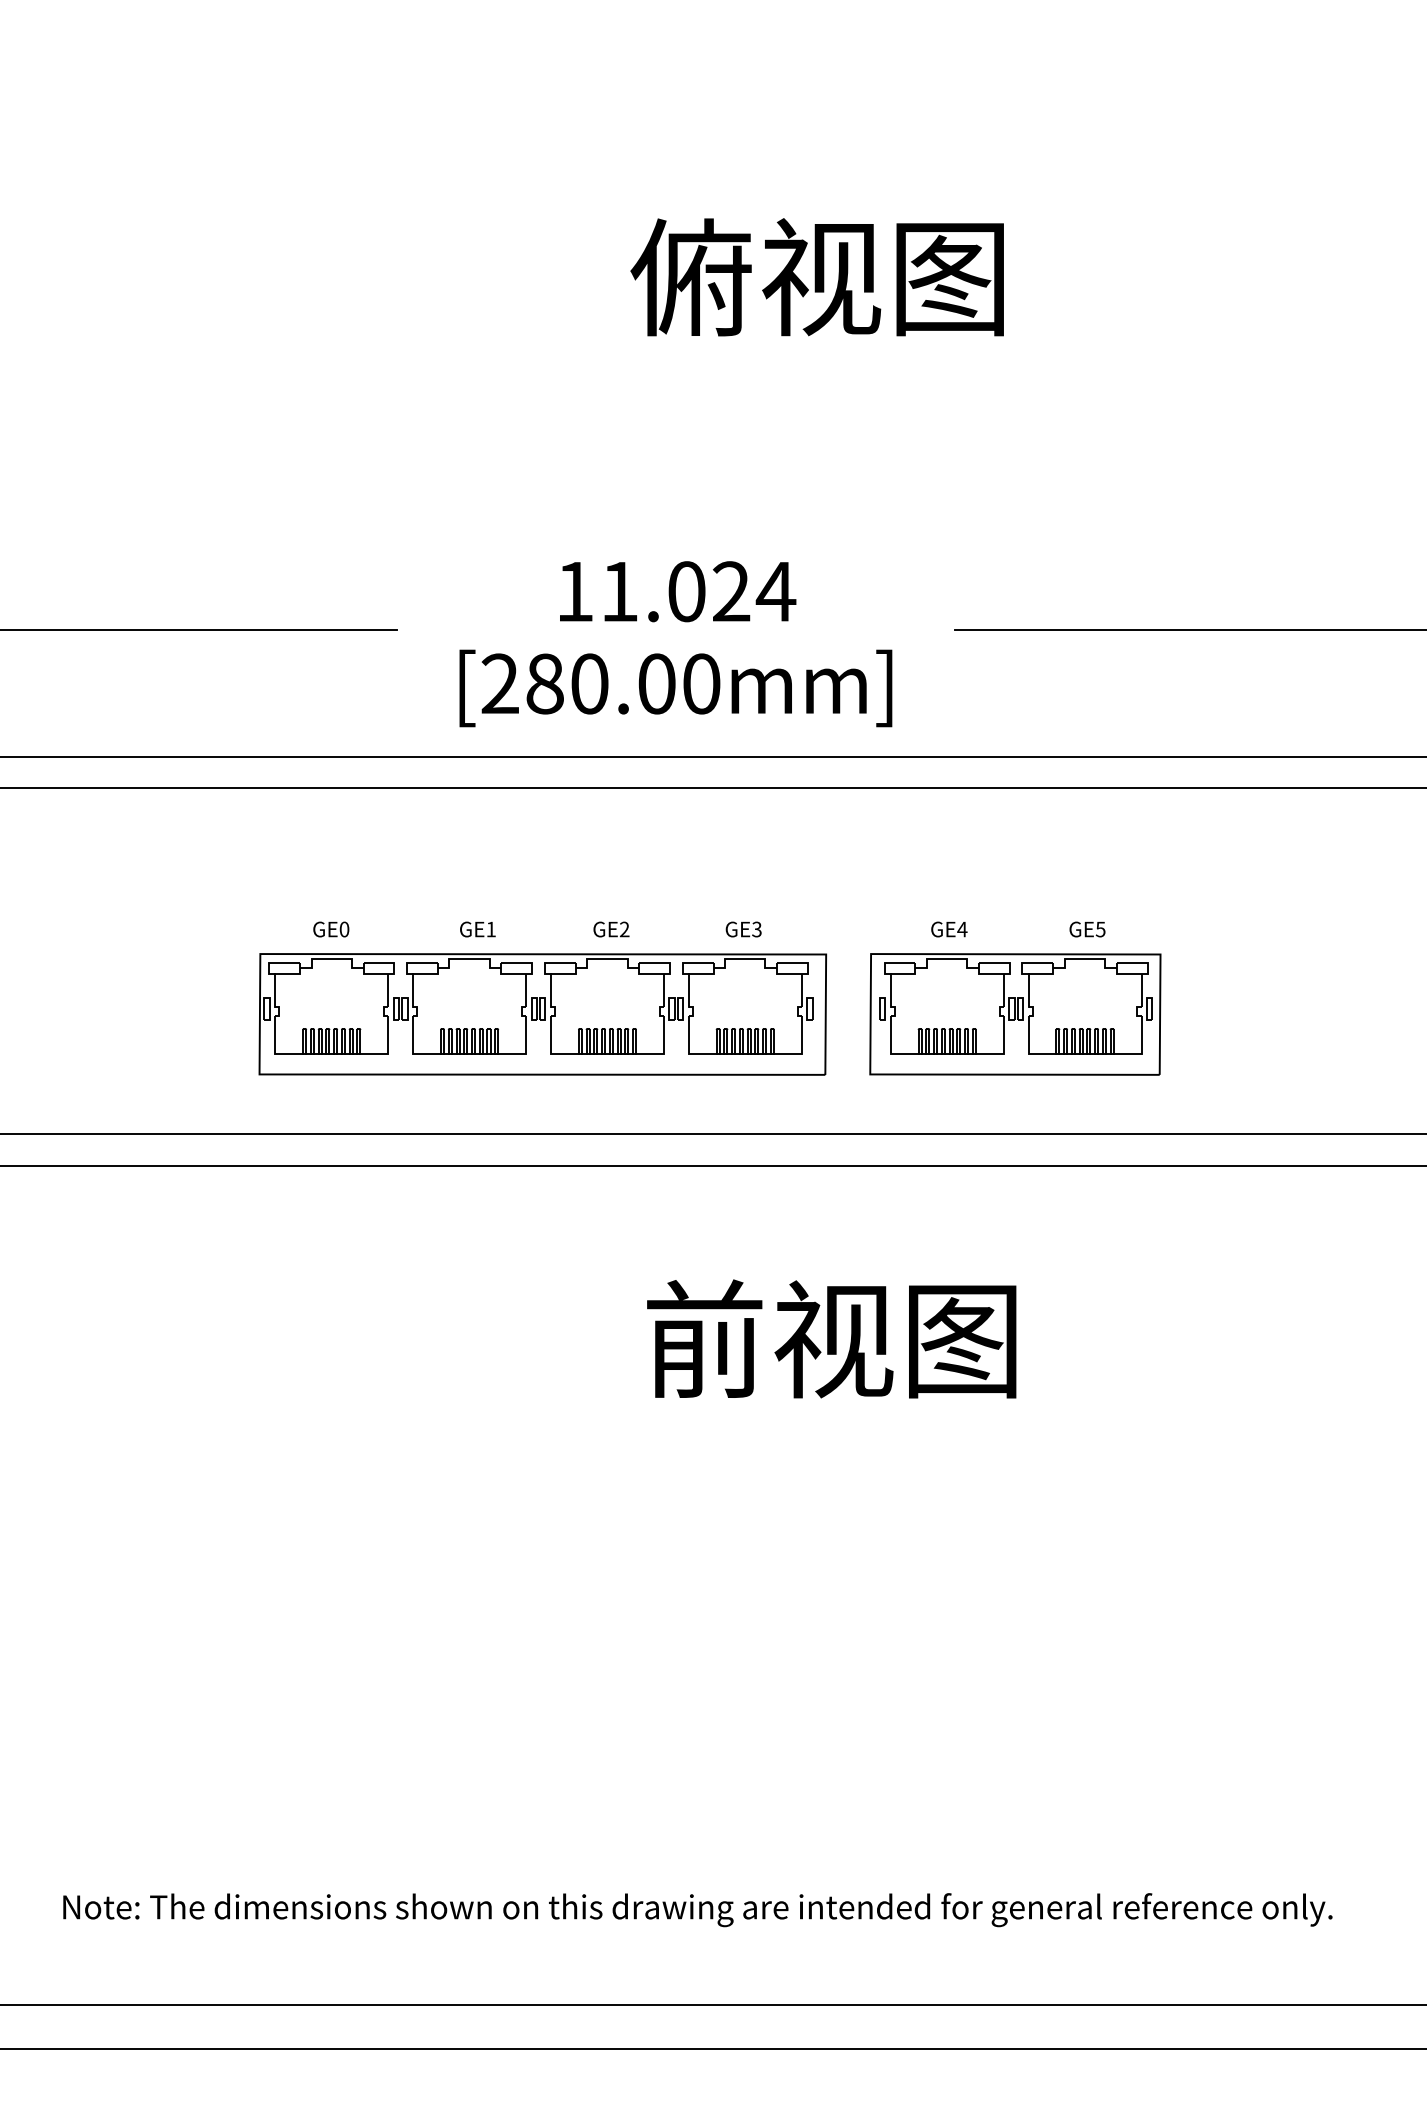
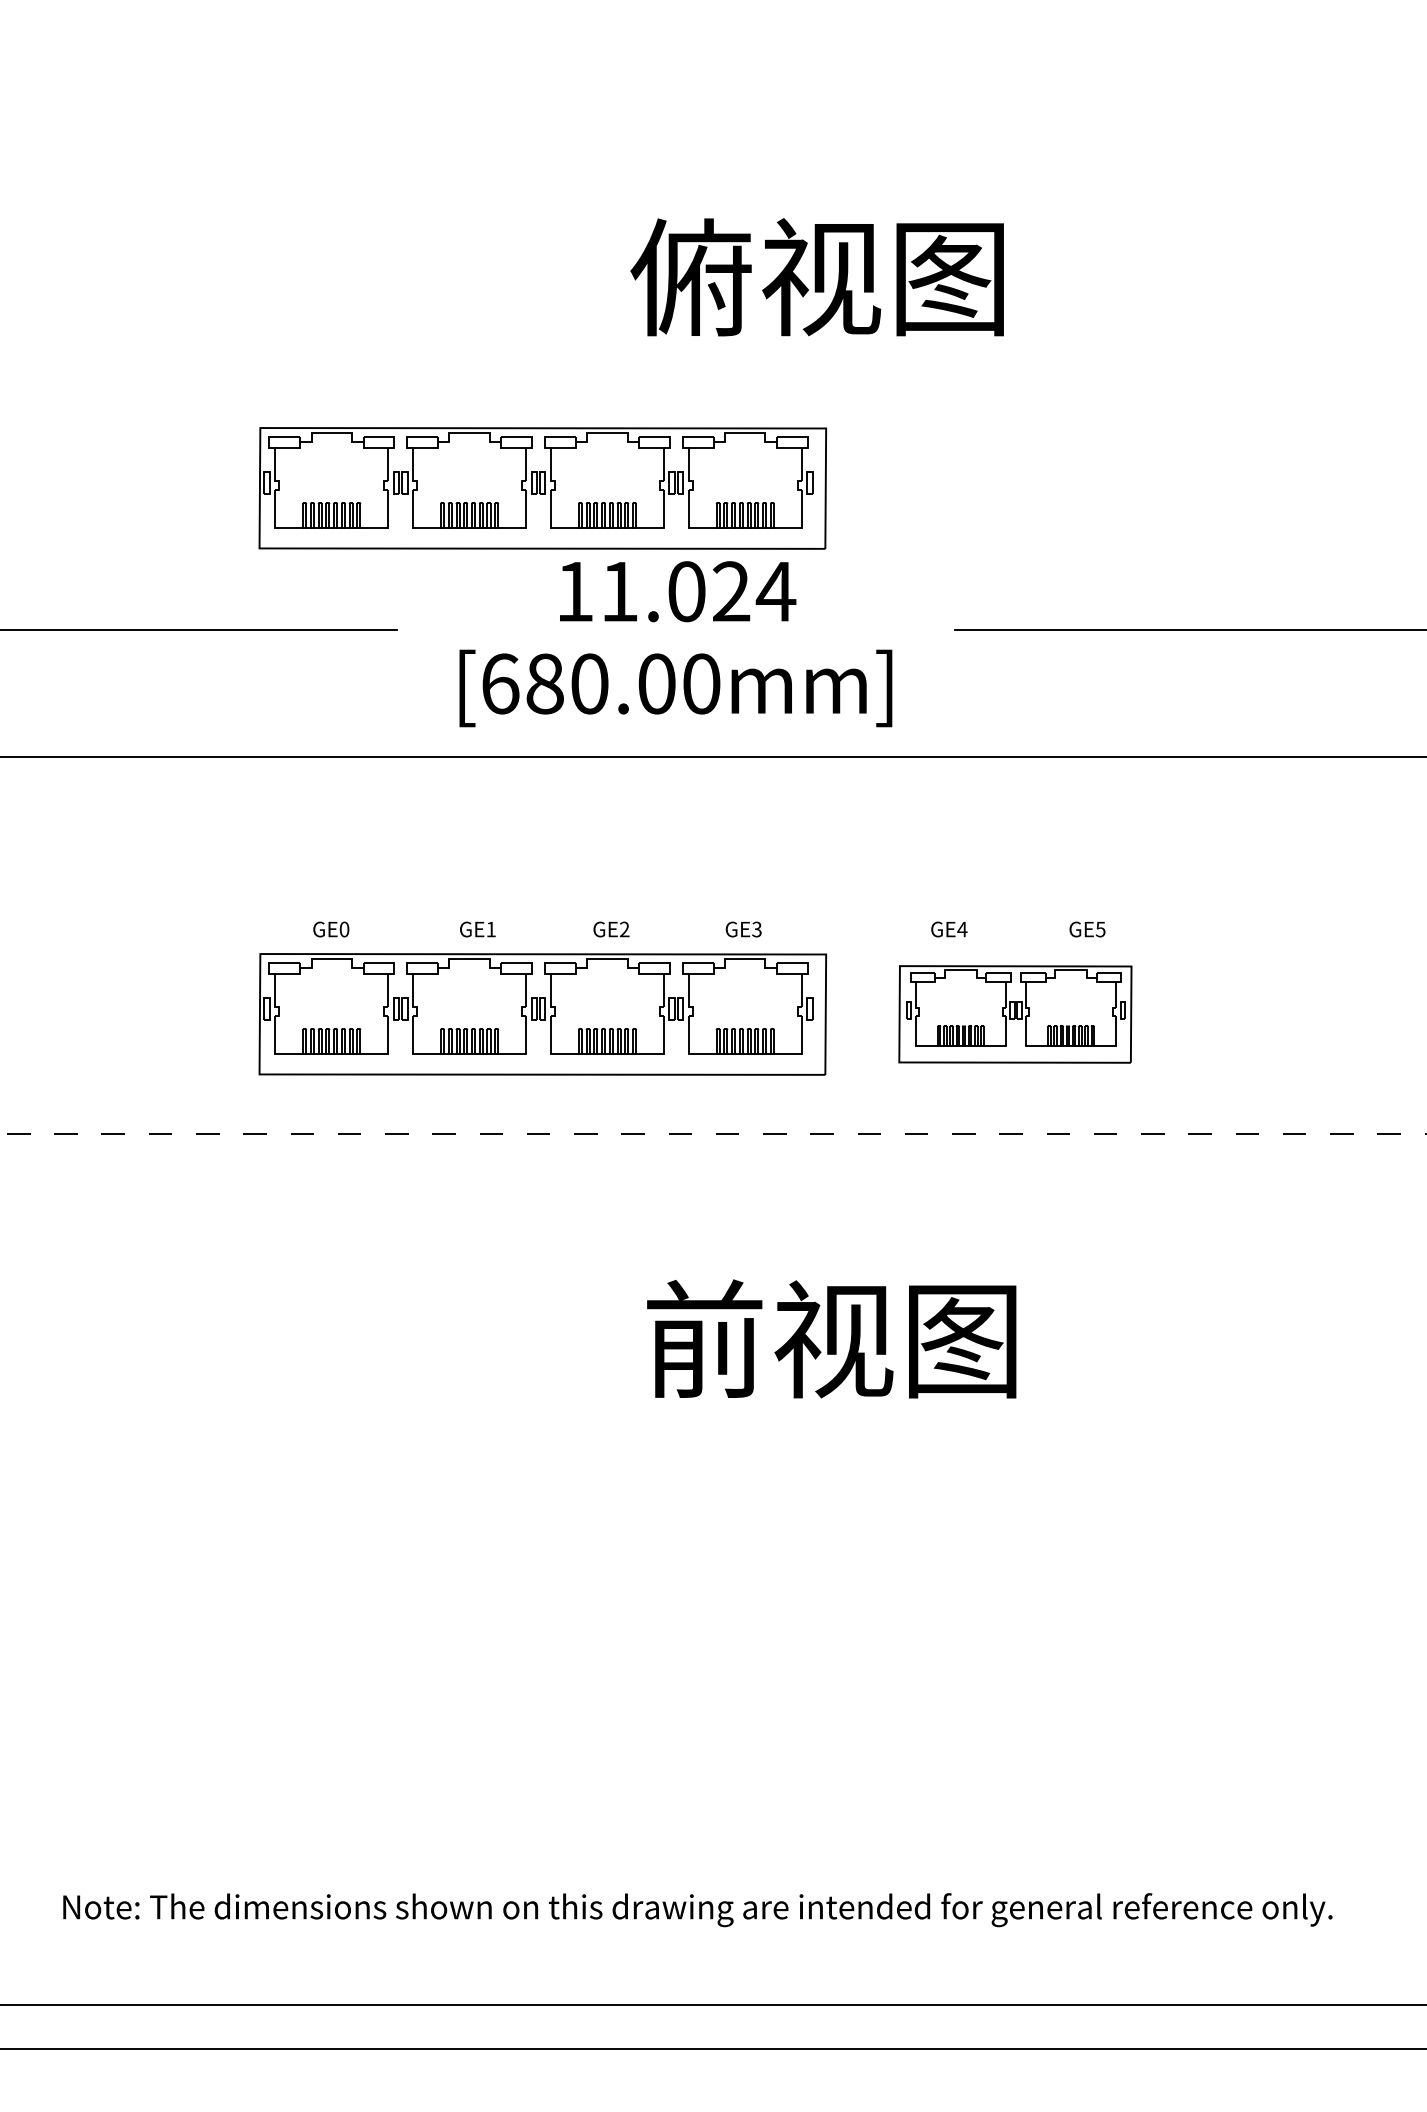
part at (542, 488): none -> present
text at (500, 683): [280.00mm] -> [680.00mm]
line at (712, 788): present -> none
part at (1015, 1014) size: 293x123 px -> 235x99 px
line at (713, 1134): solid -> dashed
line at (712, 1165): present -> none
